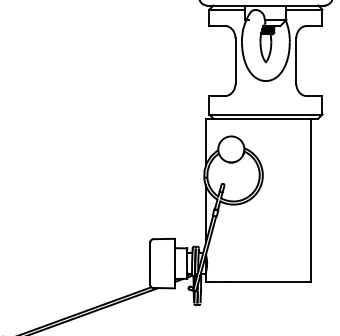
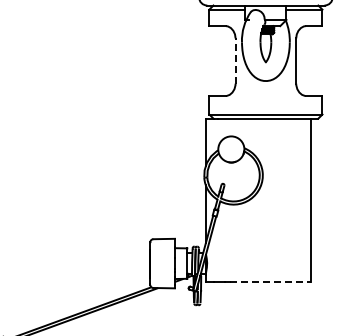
line at (235, 61): solid -> dashed
line at (271, 282): solid -> dashed
